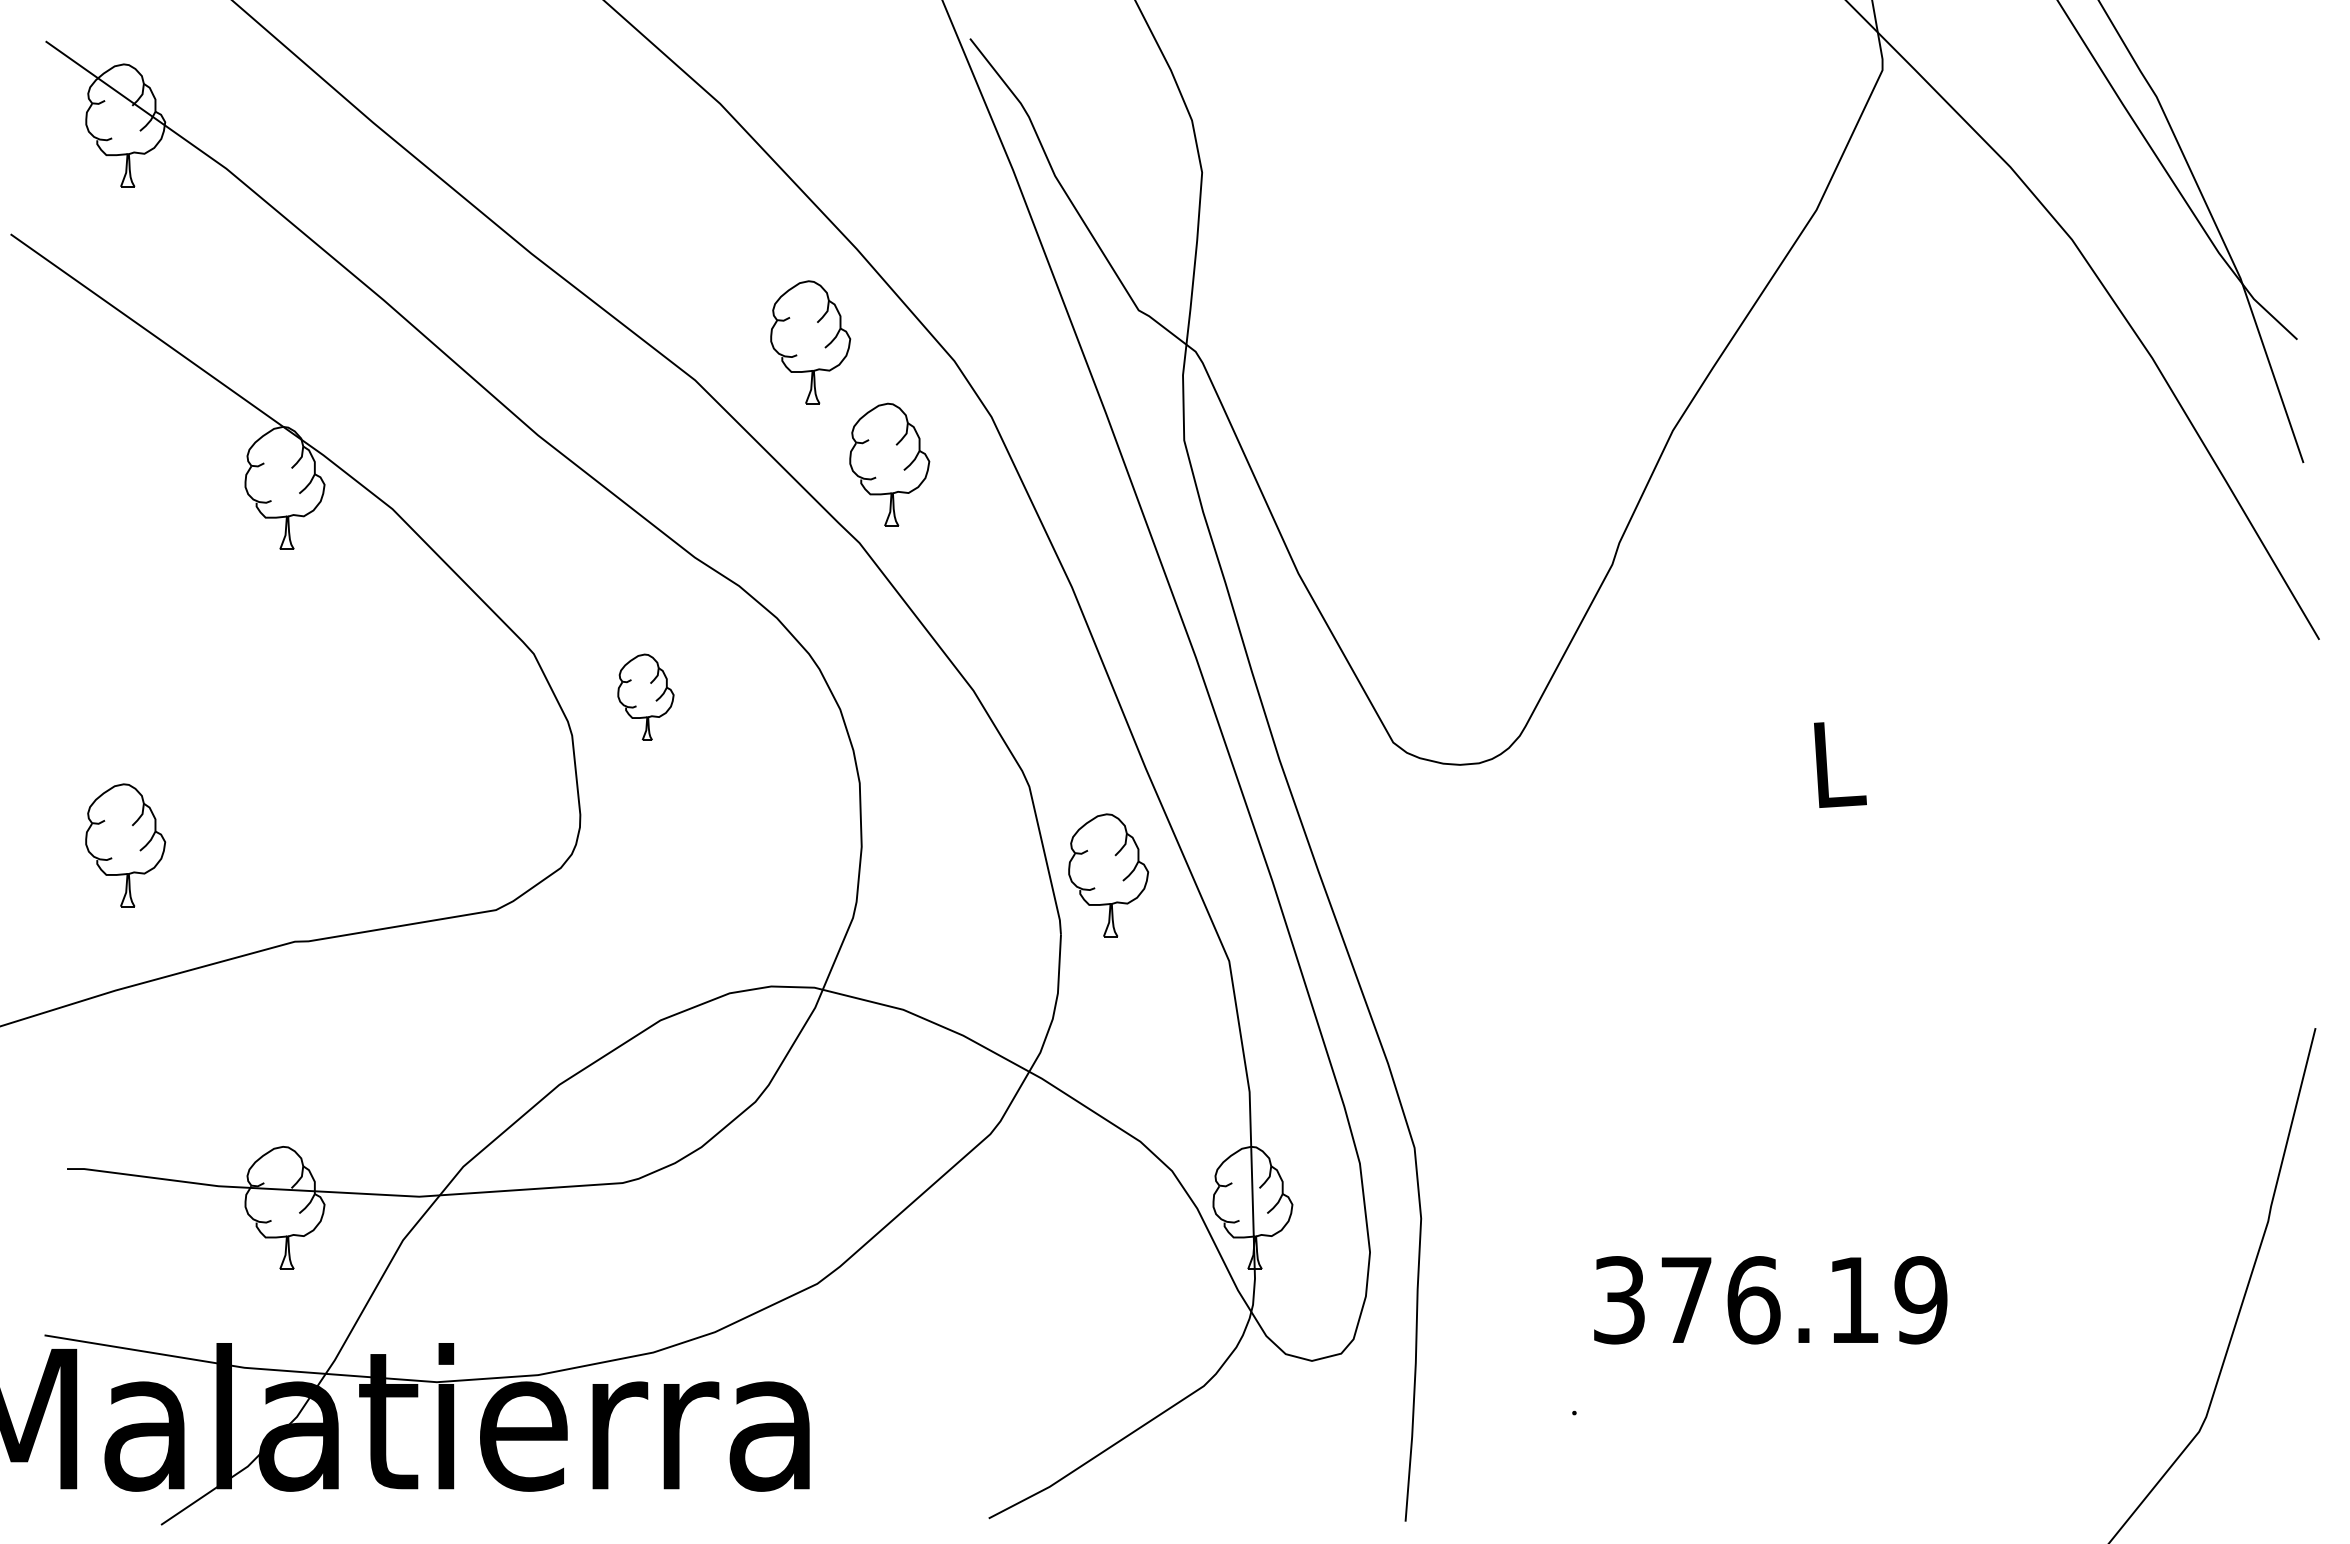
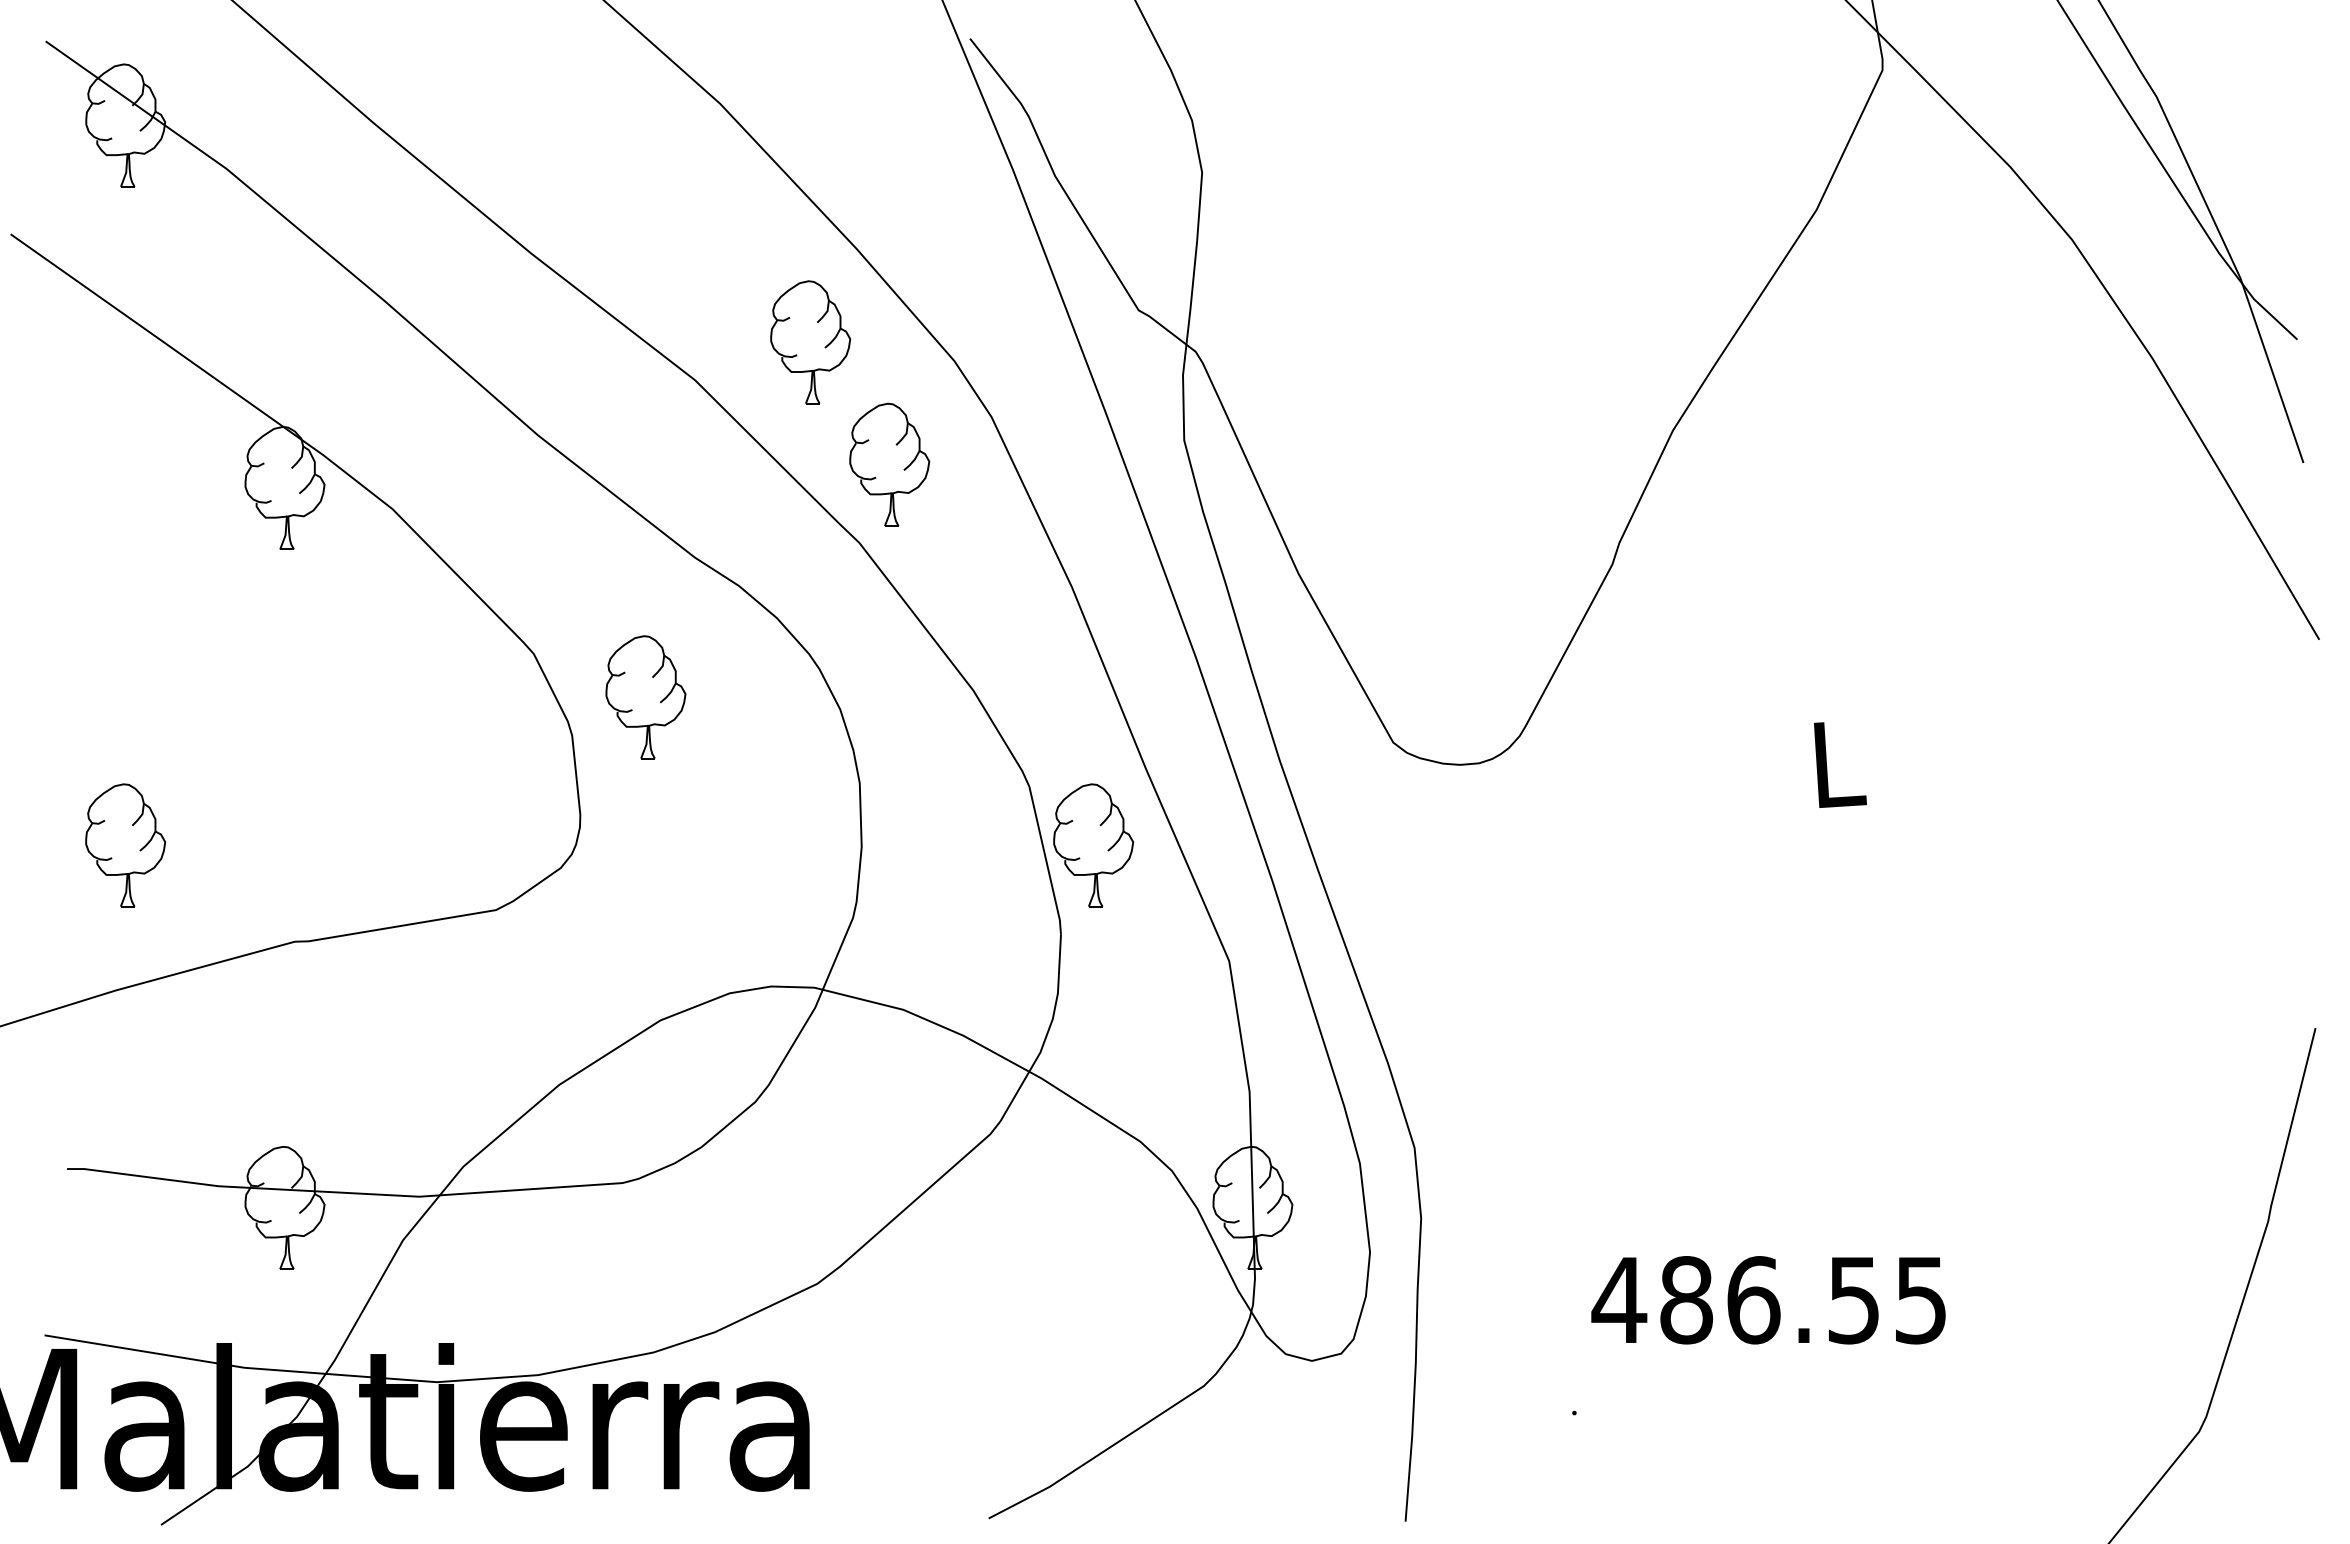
part at (645, 696) size: 58x88 px -> 82x125 px
part at (1108, 875) position: (1108, 875) -> (1093, 845)
text at (1769, 1300): 376.19 -> 486.55
